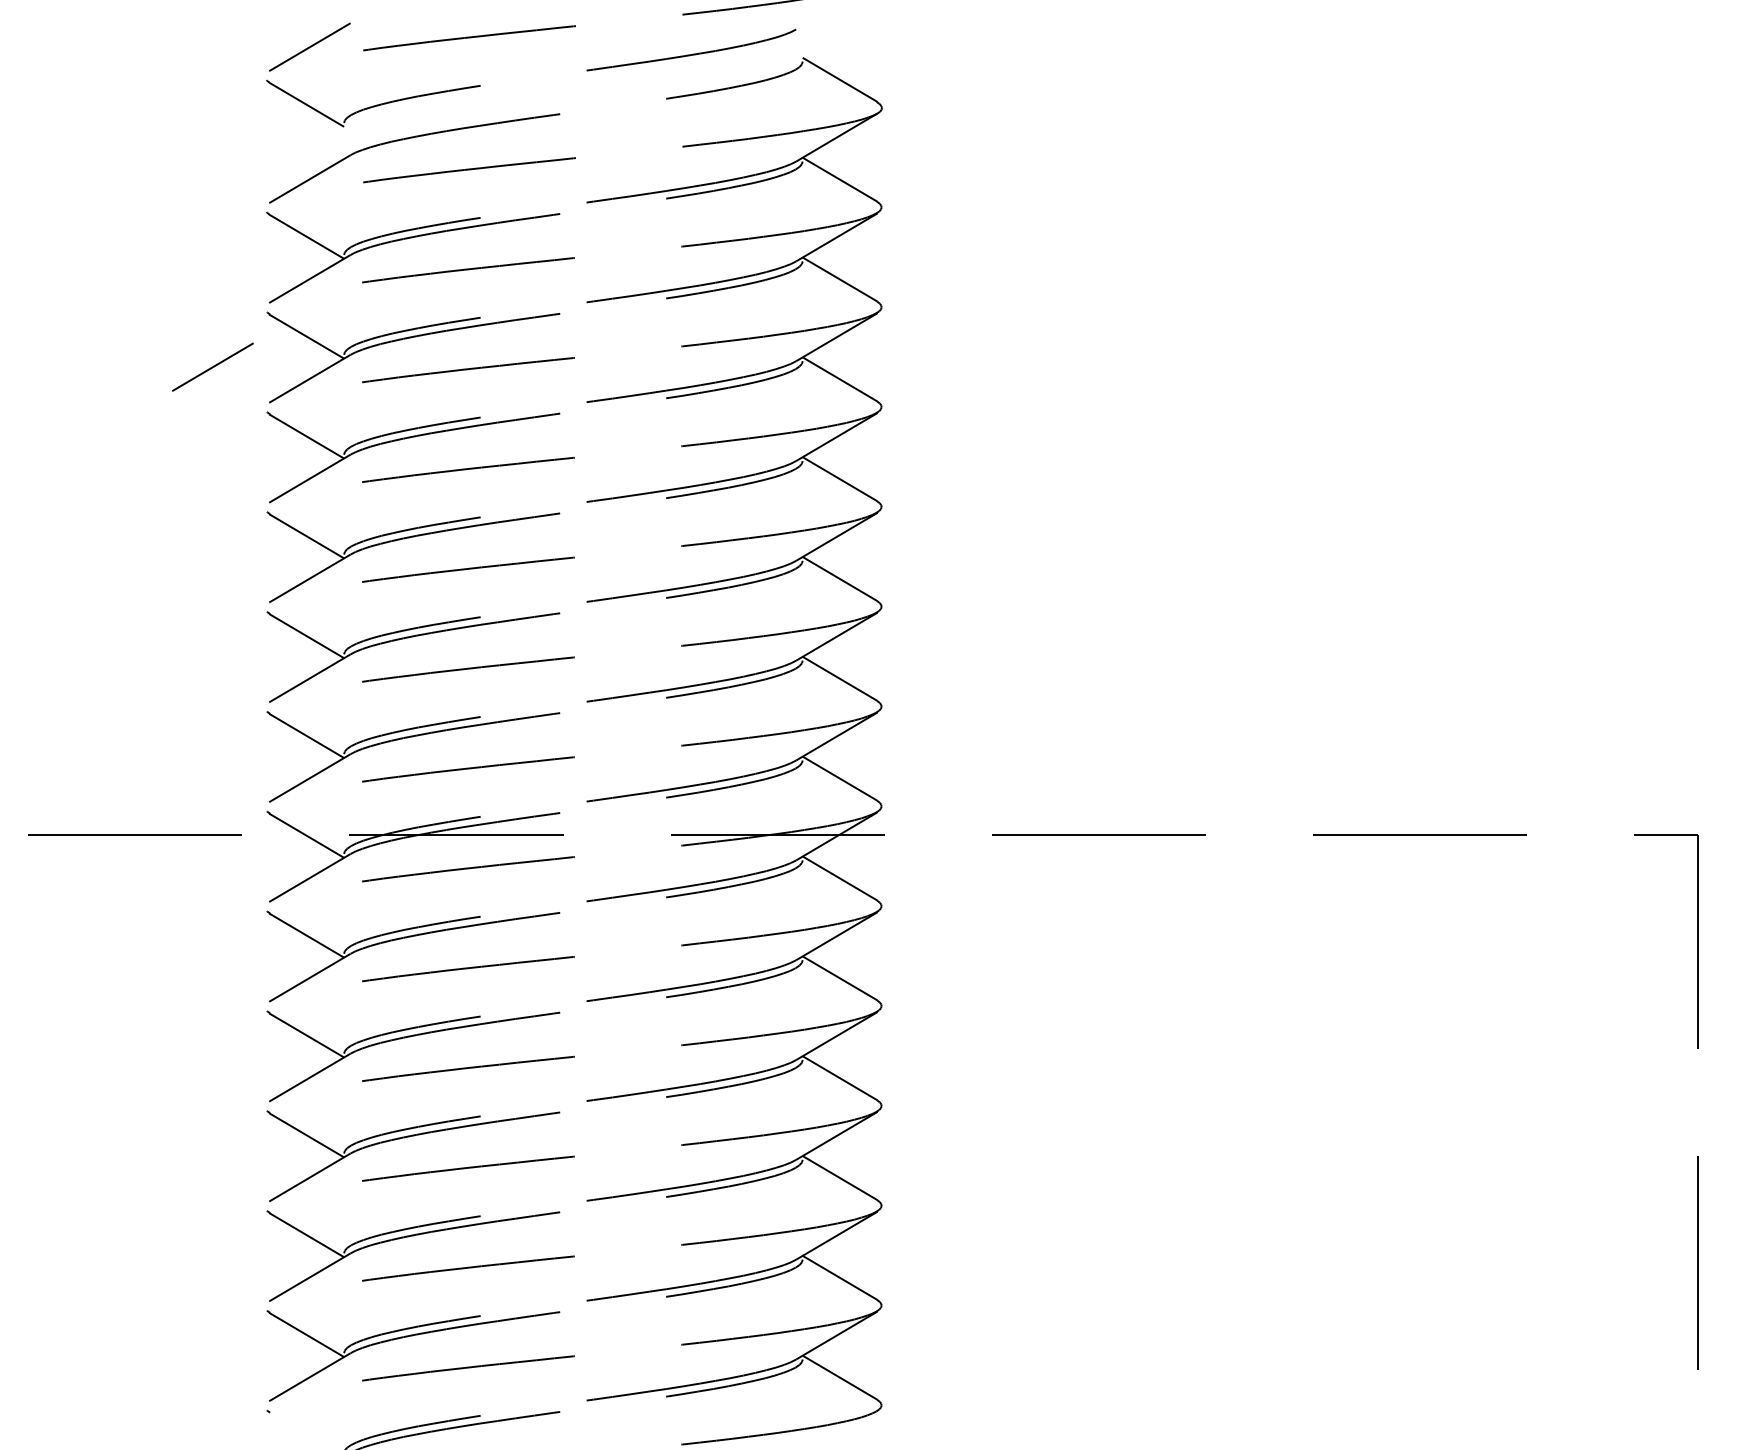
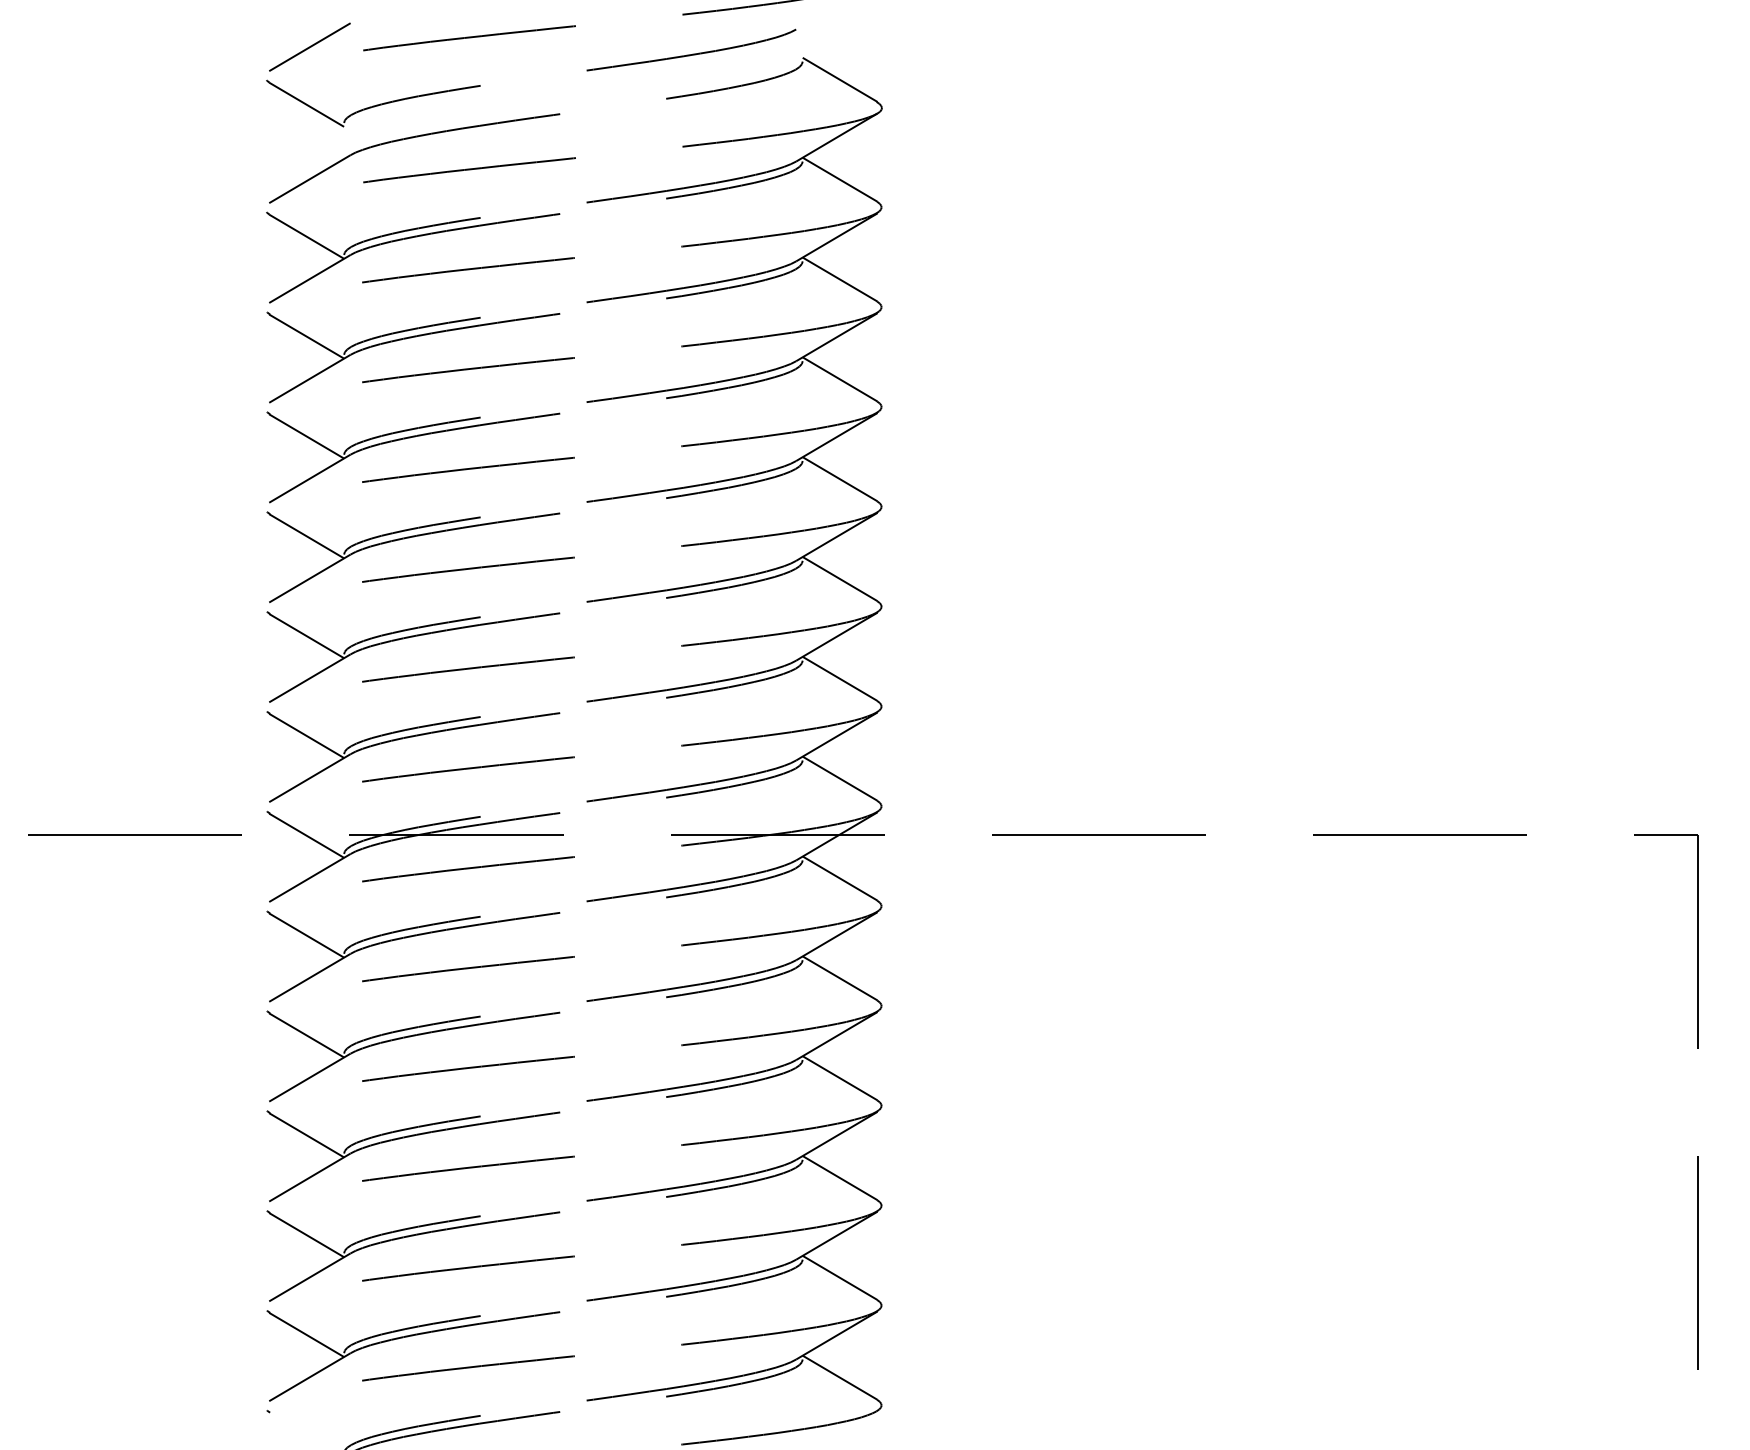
line at (212, 366): present -> none
